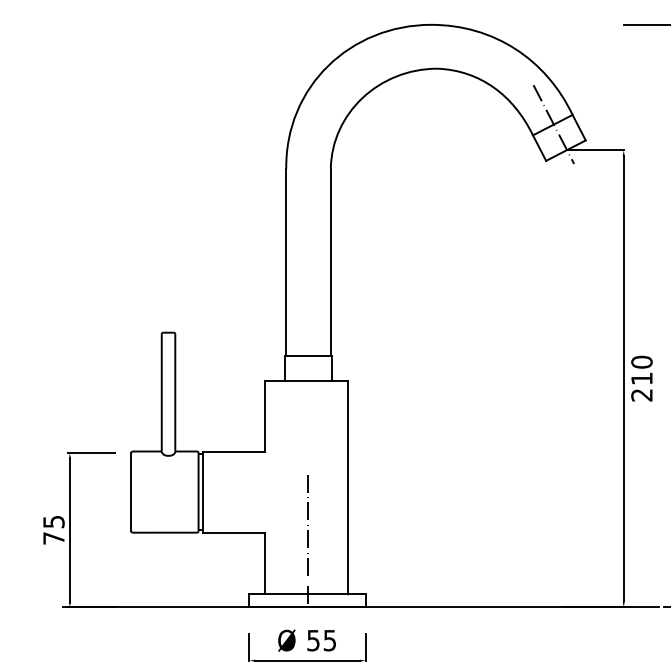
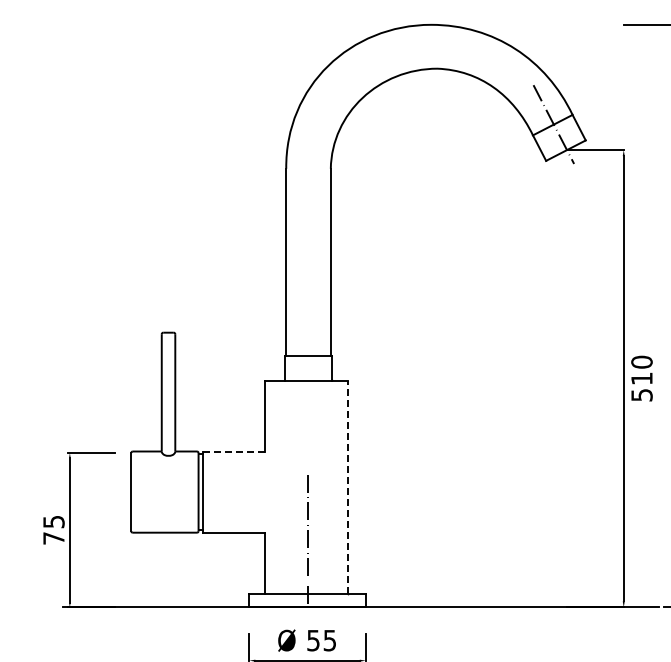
text at (641, 395): 210 -> 510
line at (233, 451): solid -> dashed
line at (348, 486): solid -> dashed
